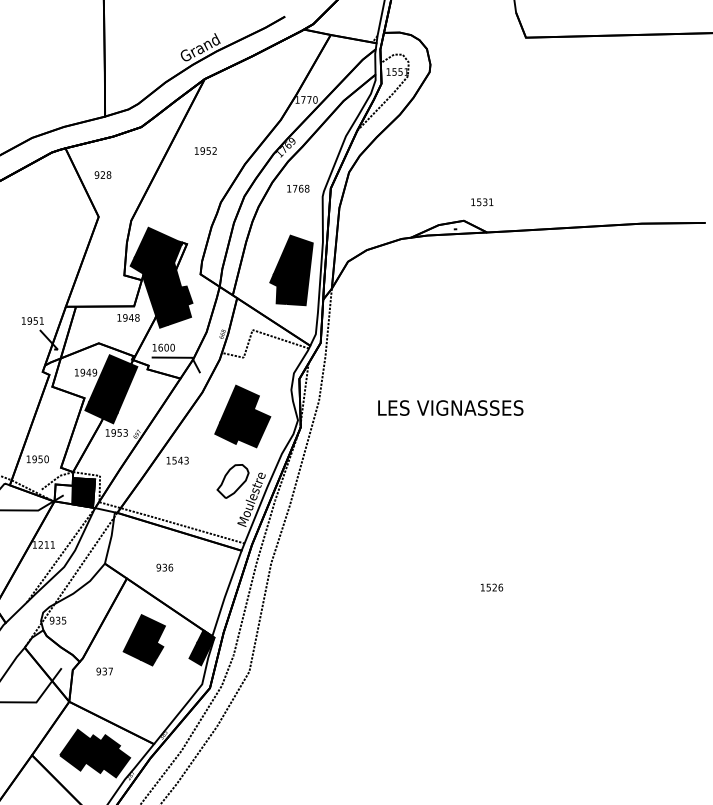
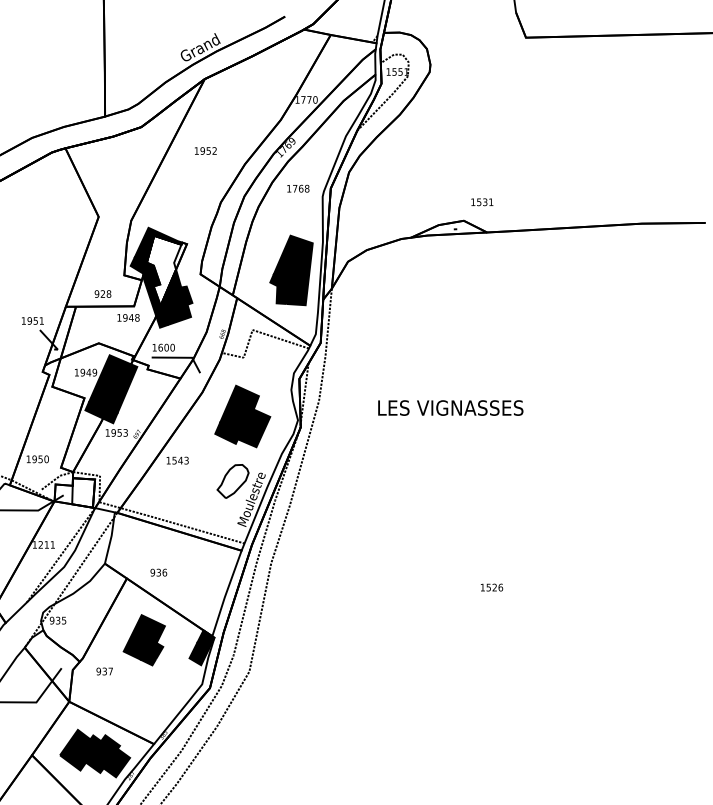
text at (102, 174) position: (102, 174) -> (102, 293)
fill at (163, 270): present -> none
fill at (83, 492): present -> none
text at (164, 567) position: (164, 567) -> (158, 572)
